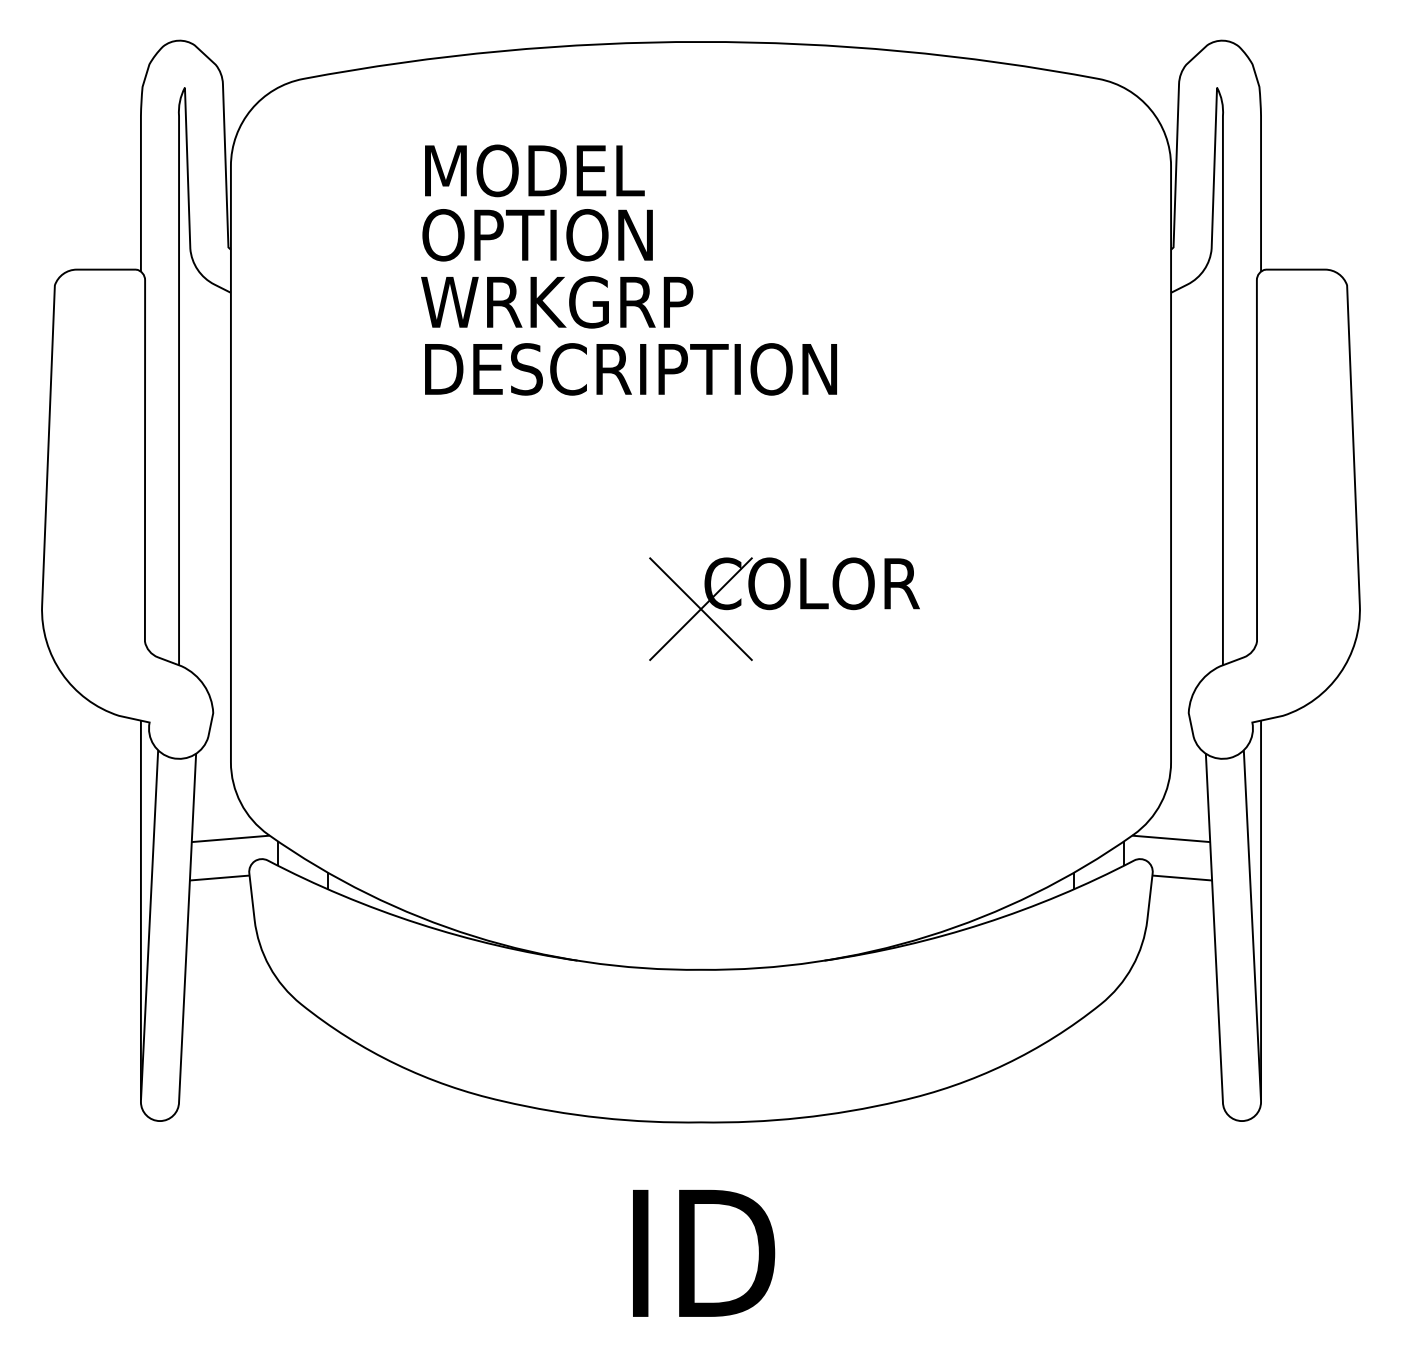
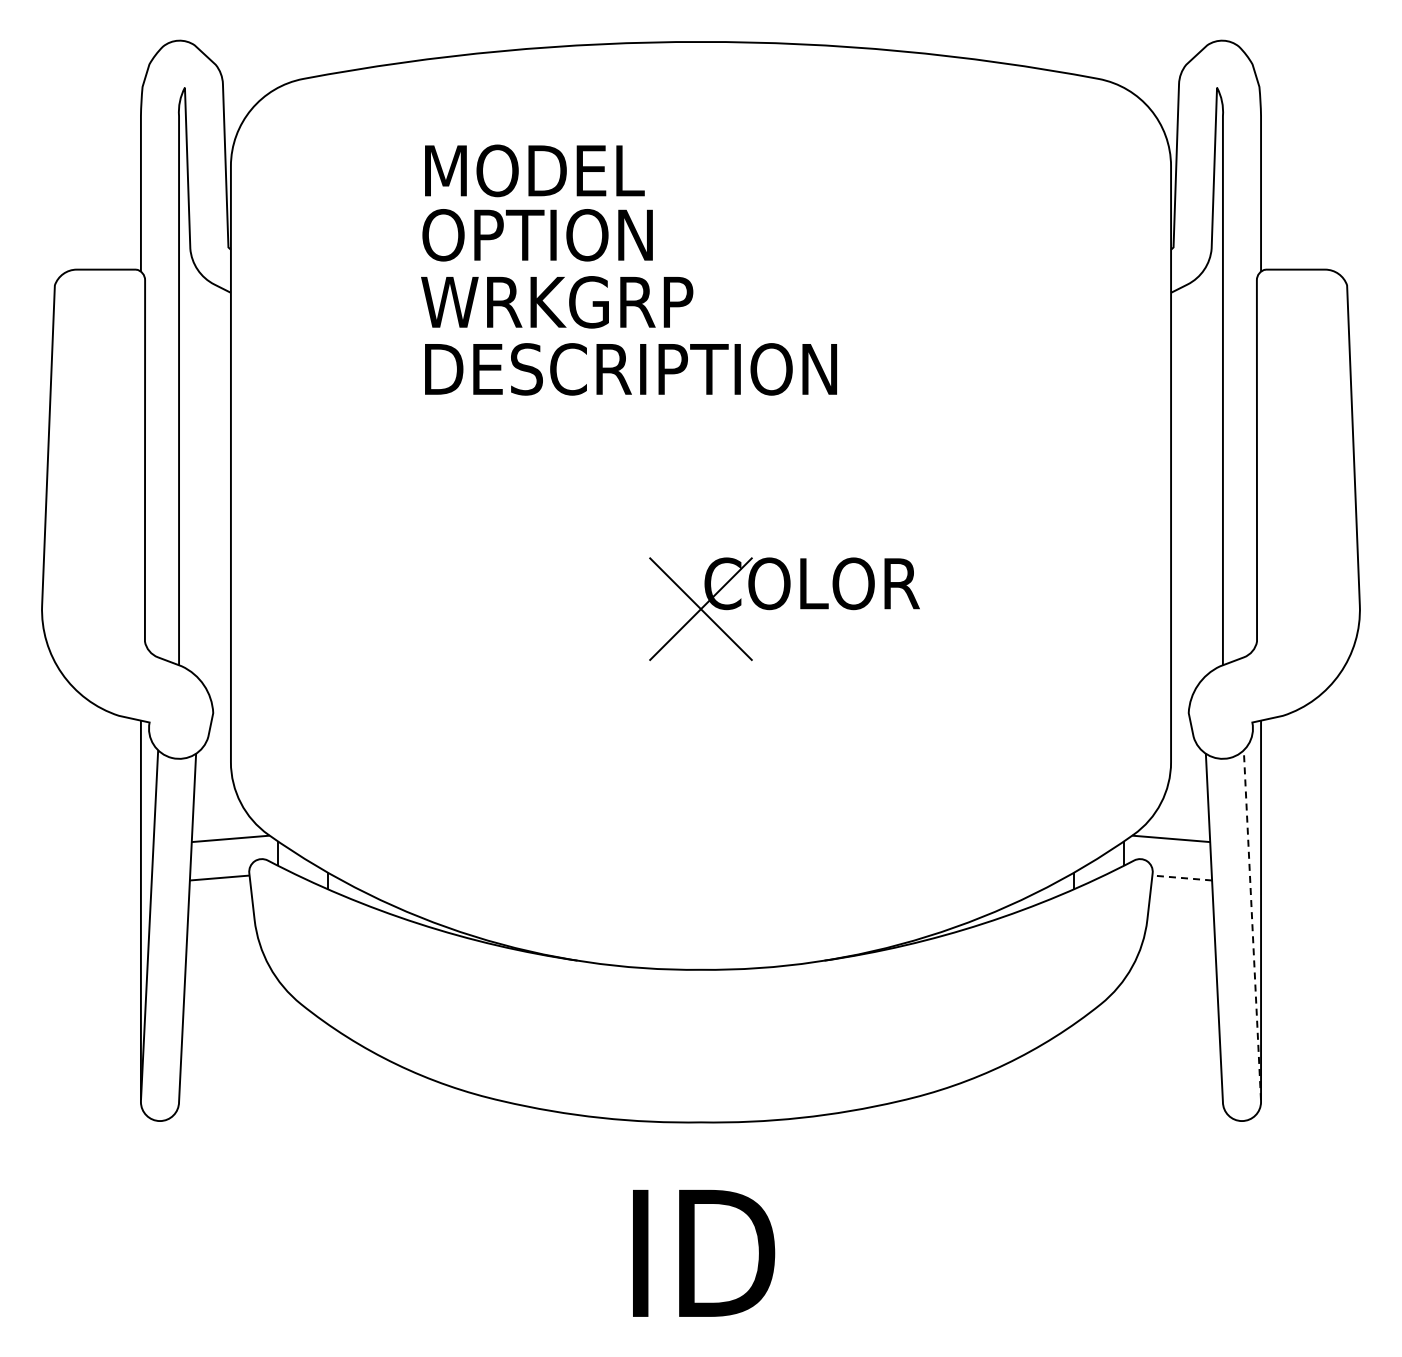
line at (1182, 878): solid -> dashed
line at (1252, 924): solid -> dashed
